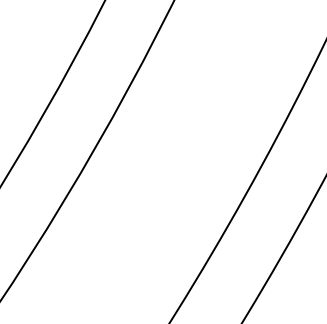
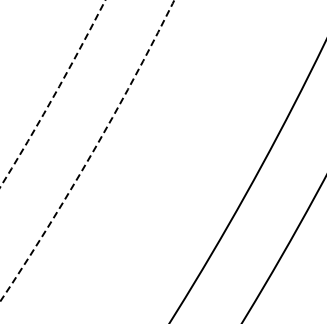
arc at (54, 94): solid -> dashed
arc at (92, 153): solid -> dashed
